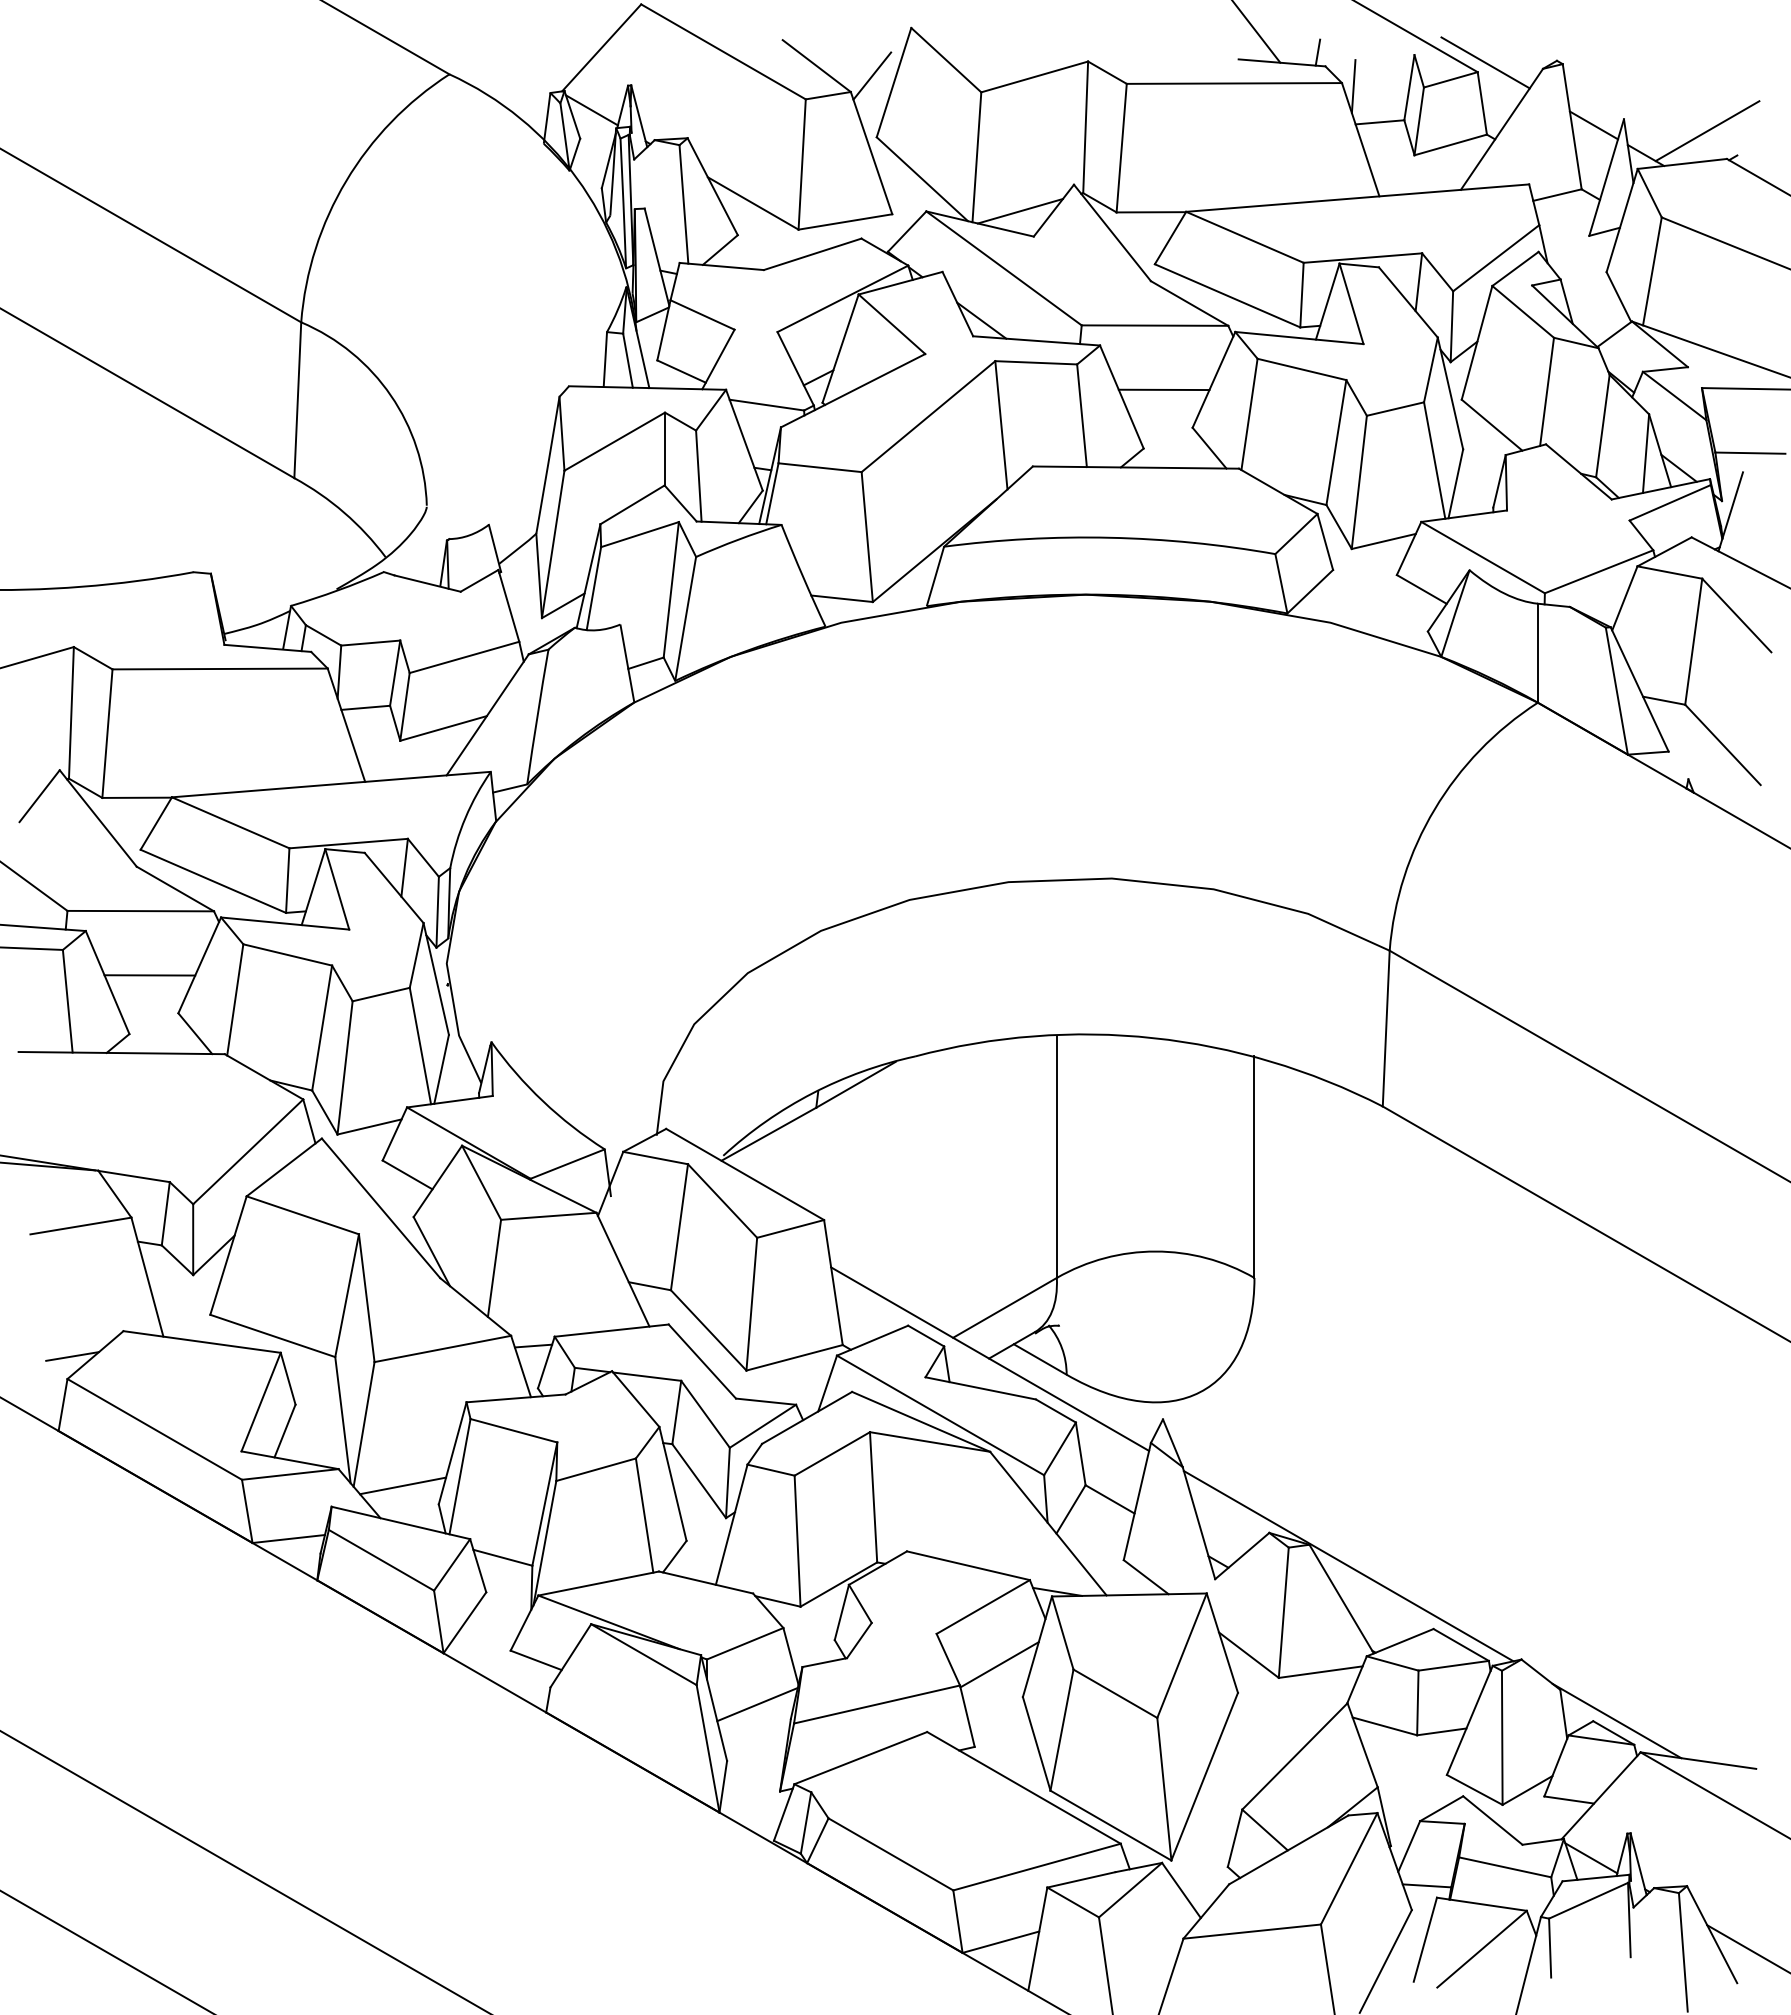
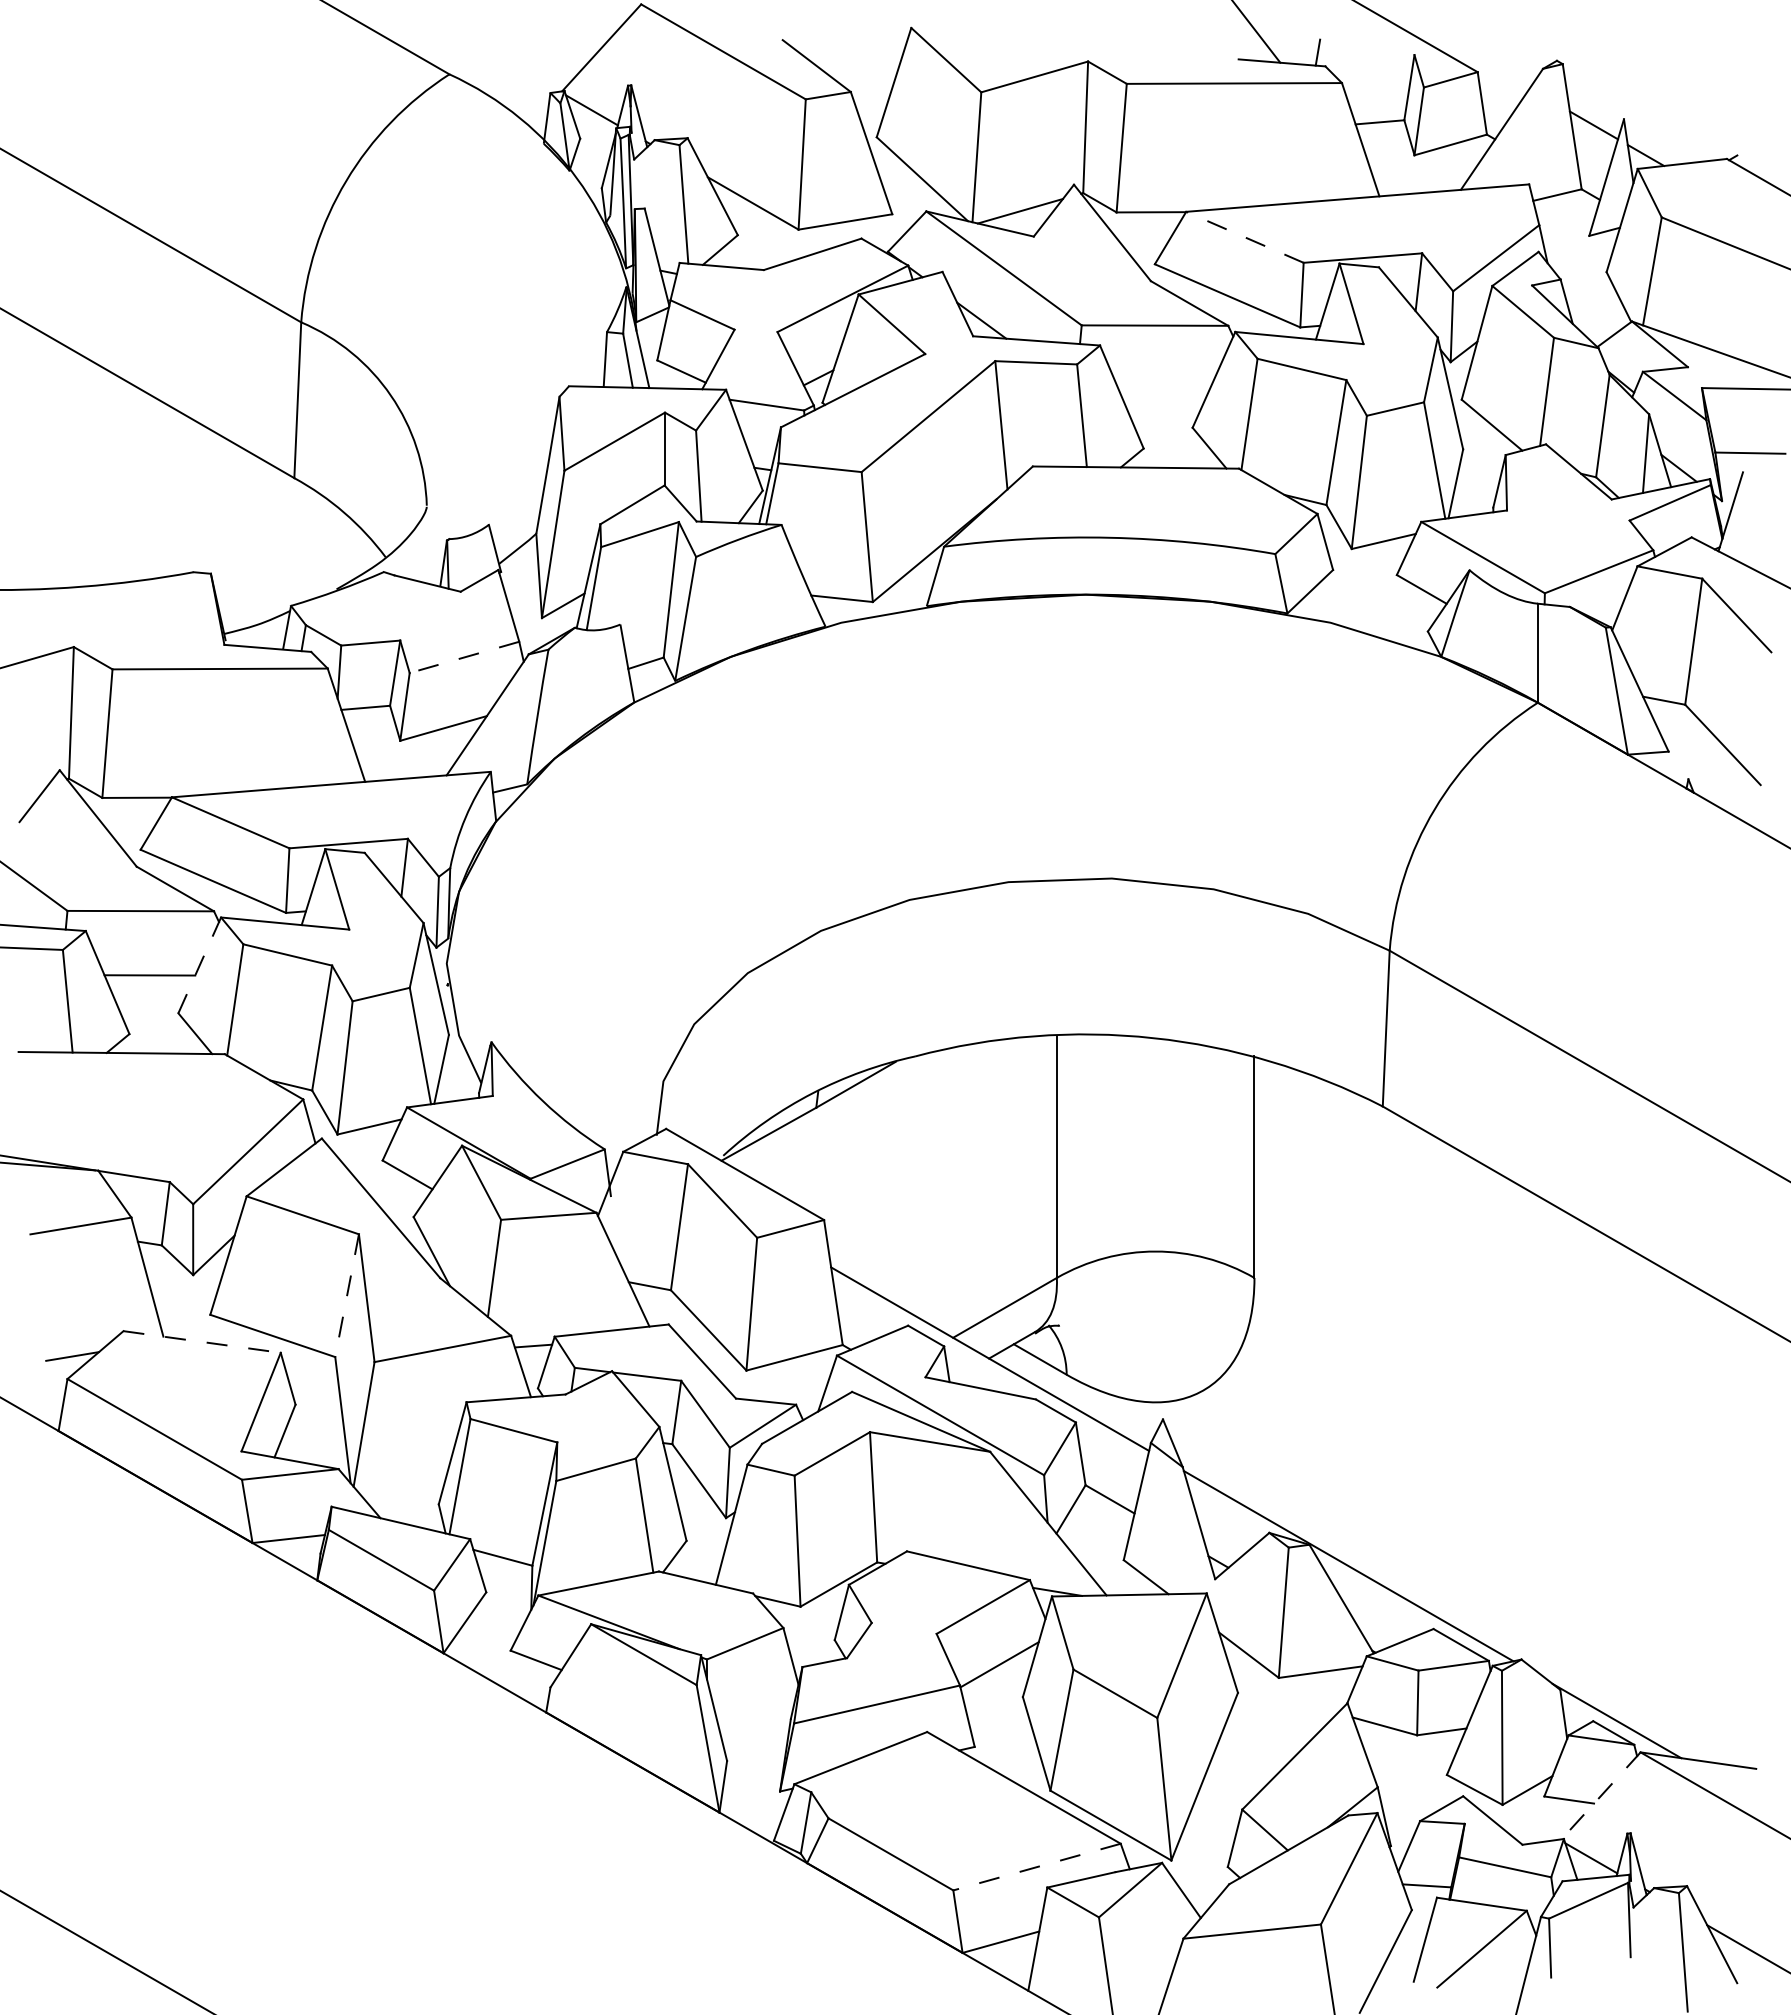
line at (1485, 62): present -> none
line at (872, 75): present -> none
line at (1353, 86): present -> none
line at (1707, 131): present -> none
line at (1244, 237): solid -> dashed
line at (1163, 389): present -> none
line at (464, 657): solid -> dashed
line at (199, 964): solid -> dashed
line at (347, 1295): solid -> dashed
line at (202, 1342): solid -> dashed
line at (403, 1485): present -> none
line at (757, 1704): present -> none
line at (1601, 1795): solid -> dashed
line at (1037, 1867): solid -> dashed
line at (244, 1871): present -> none
